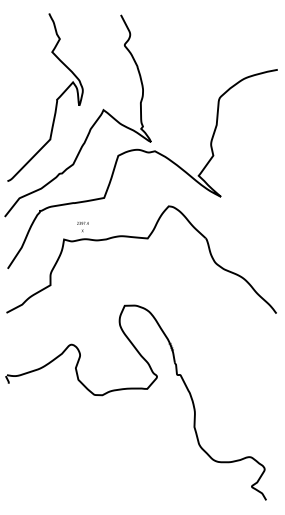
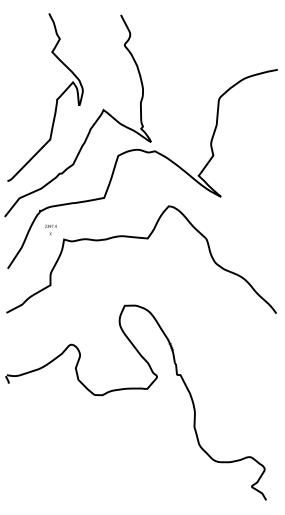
text at (82, 226) position: (82, 226) -> (50, 229)
